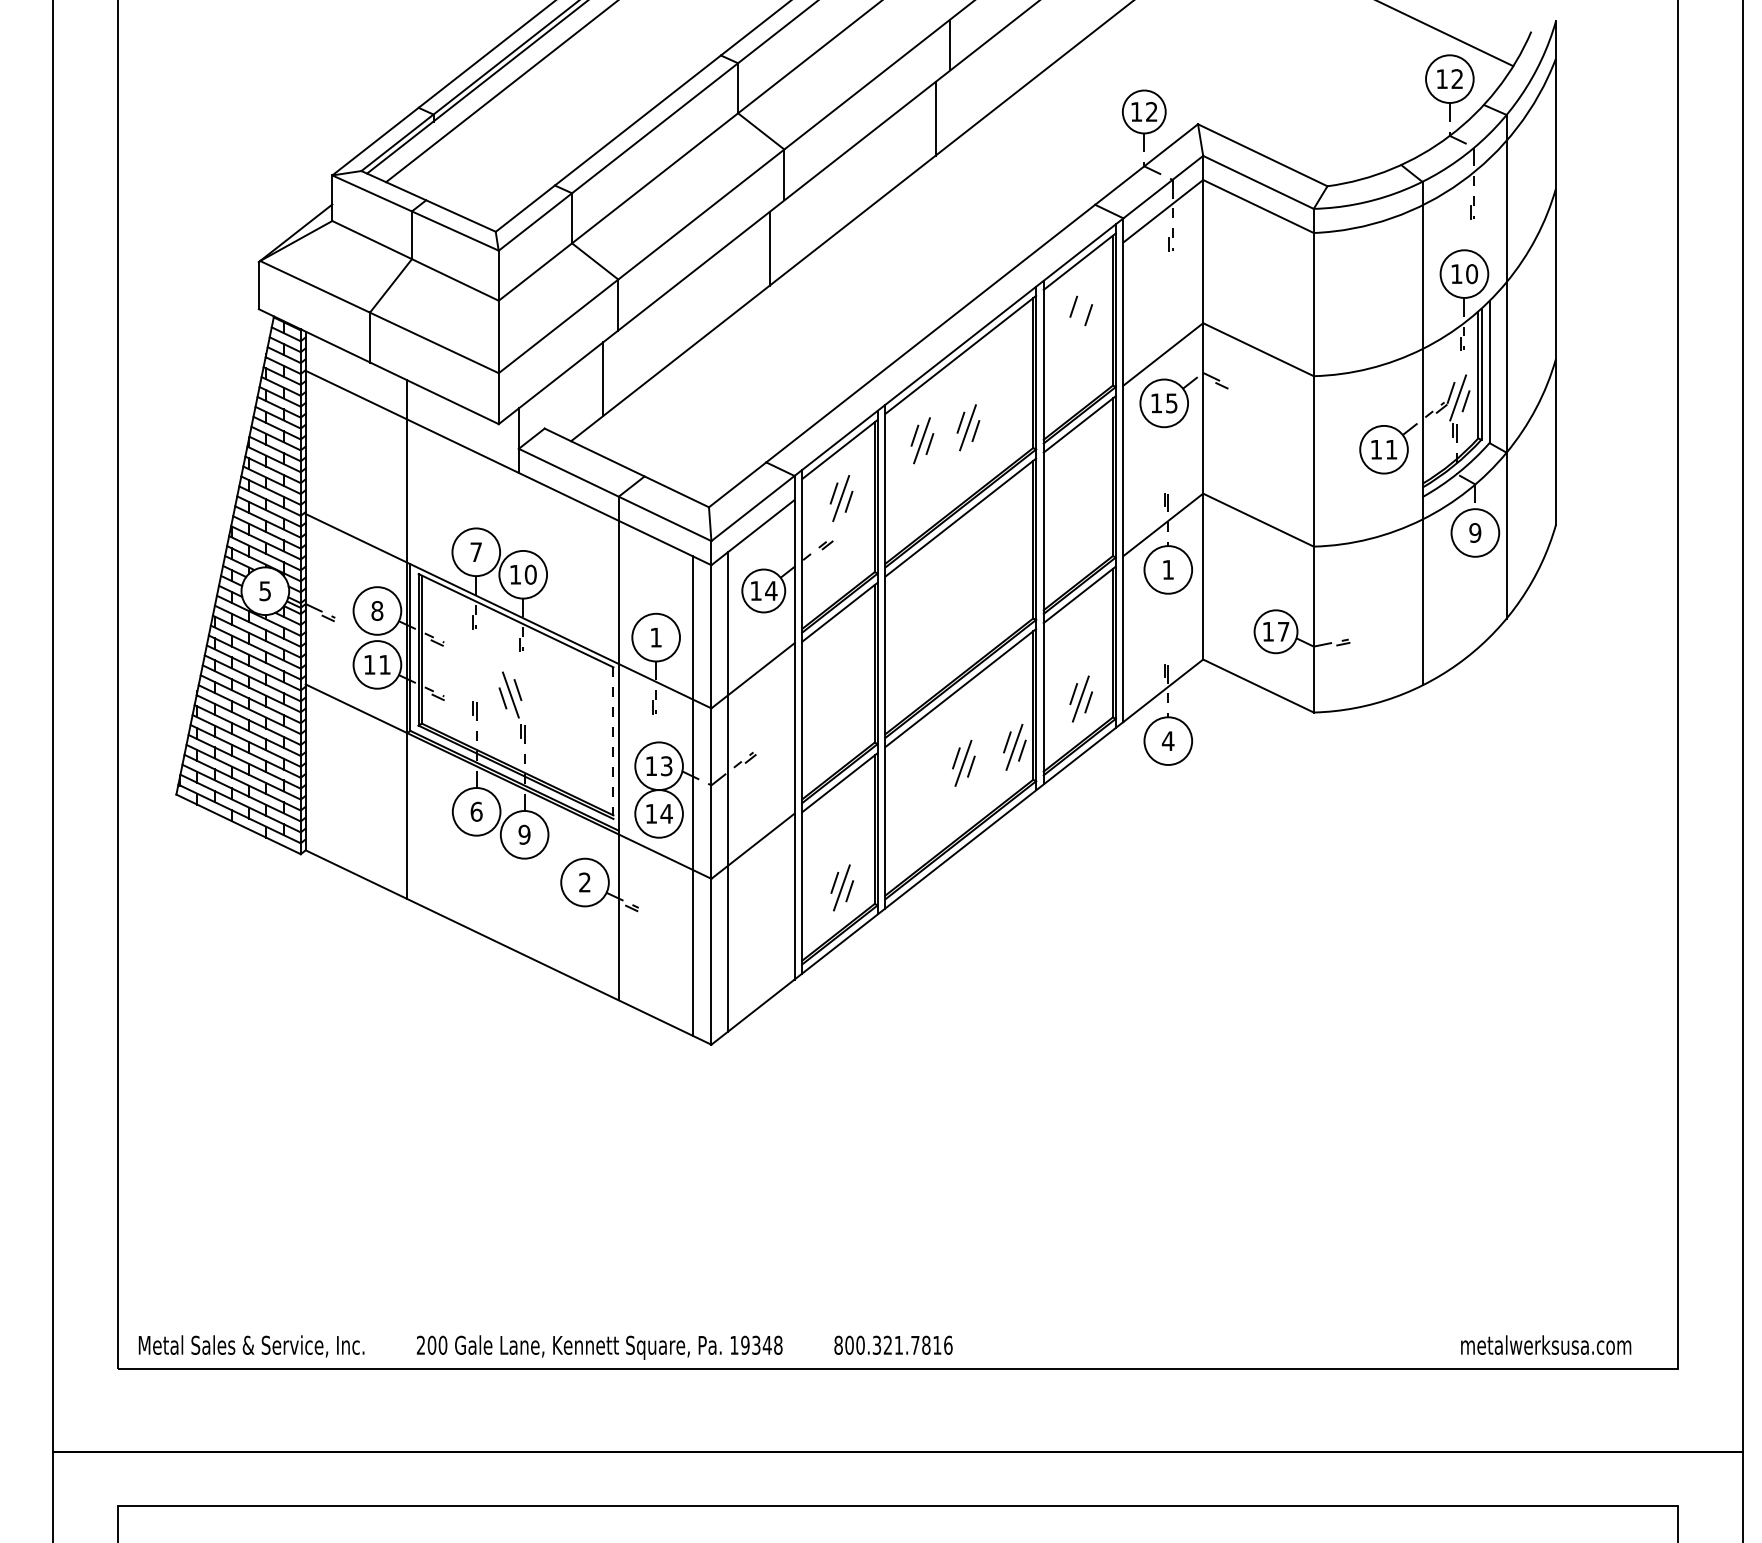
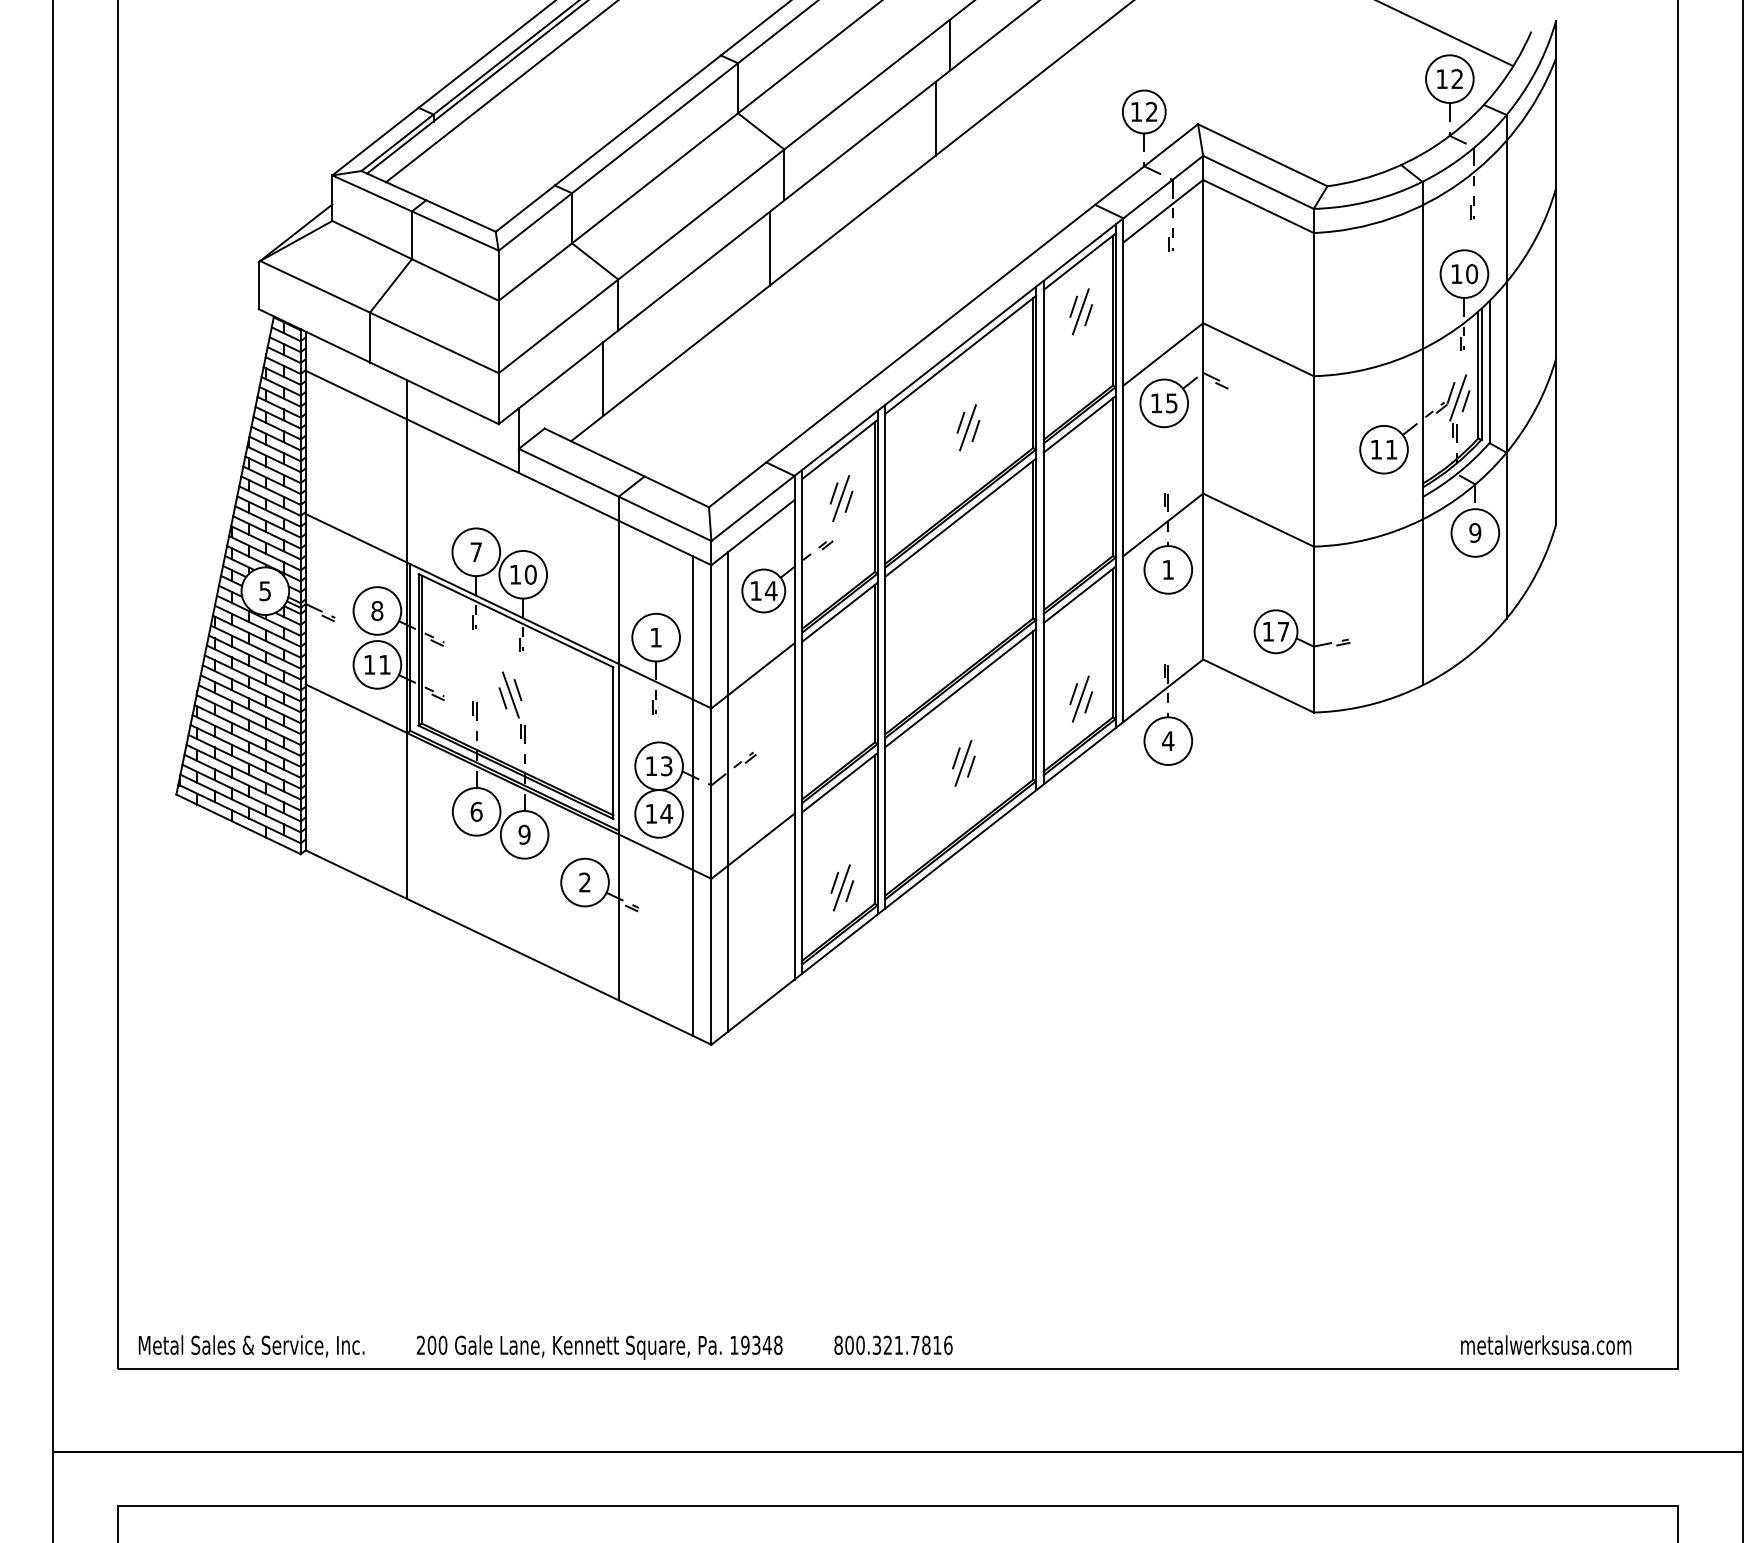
line at (1080, 311): none -> present
part at (922, 440): present -> none
line at (613, 743): dashed -> solid
part at (1014, 747): present -> none
